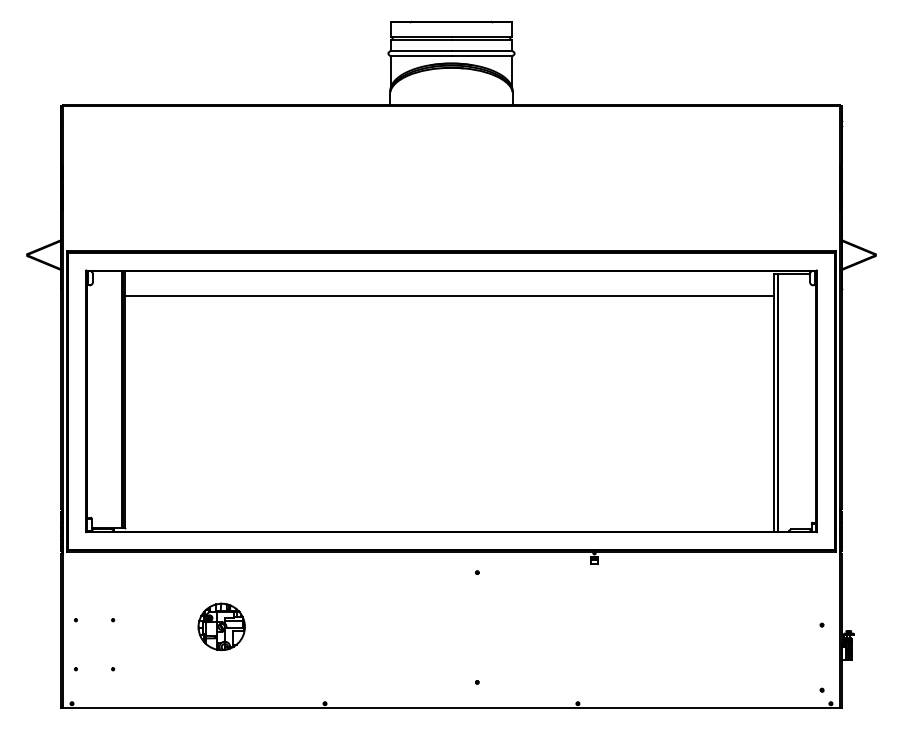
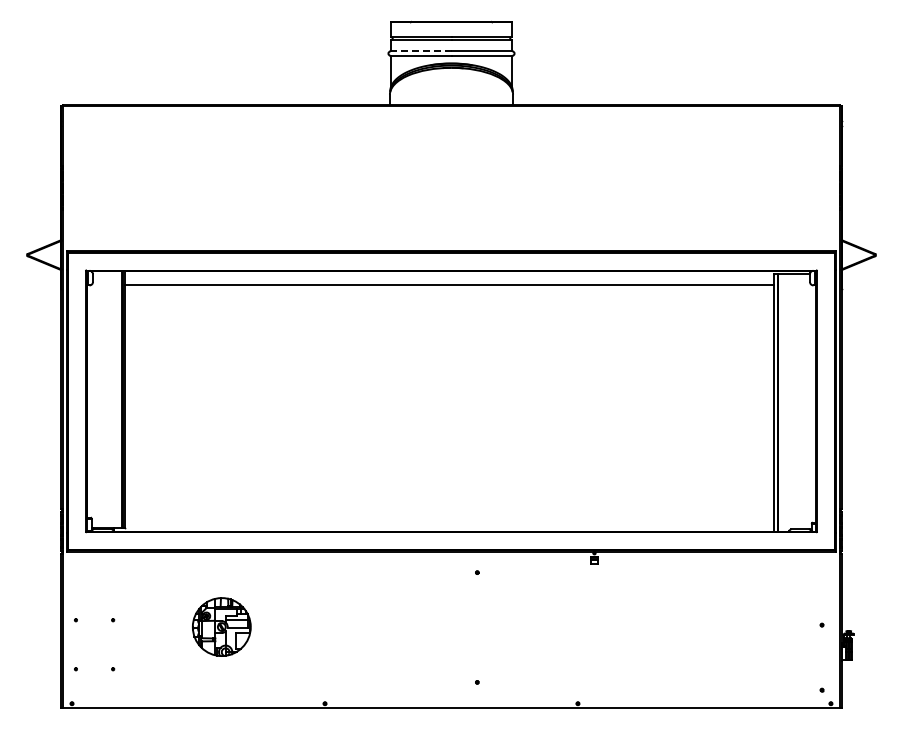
line at (420, 51): solid -> dashed
line at (449, 296) position: (449, 296) -> (449, 285)
part at (221, 626) size: 49x49 px -> 60x60 px
